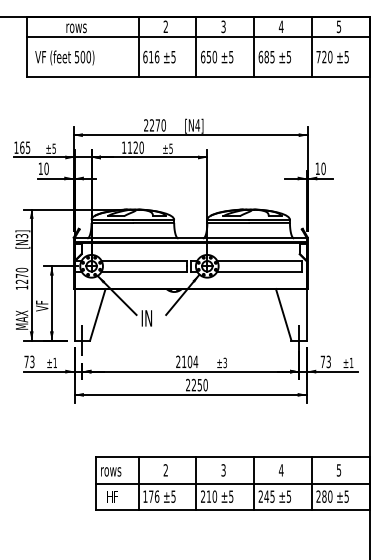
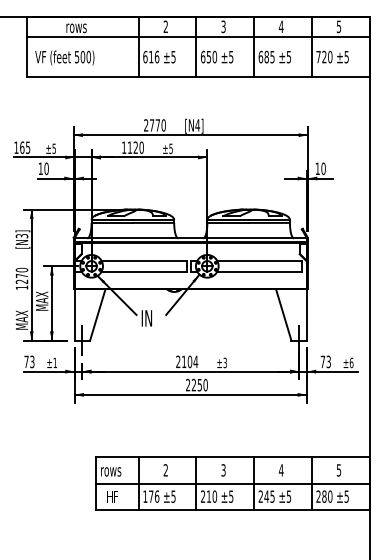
text at (151, 125): 2270 -> 2770
text at (42, 301): VF -> MAX
text at (351, 362): ±1 -> ±6
